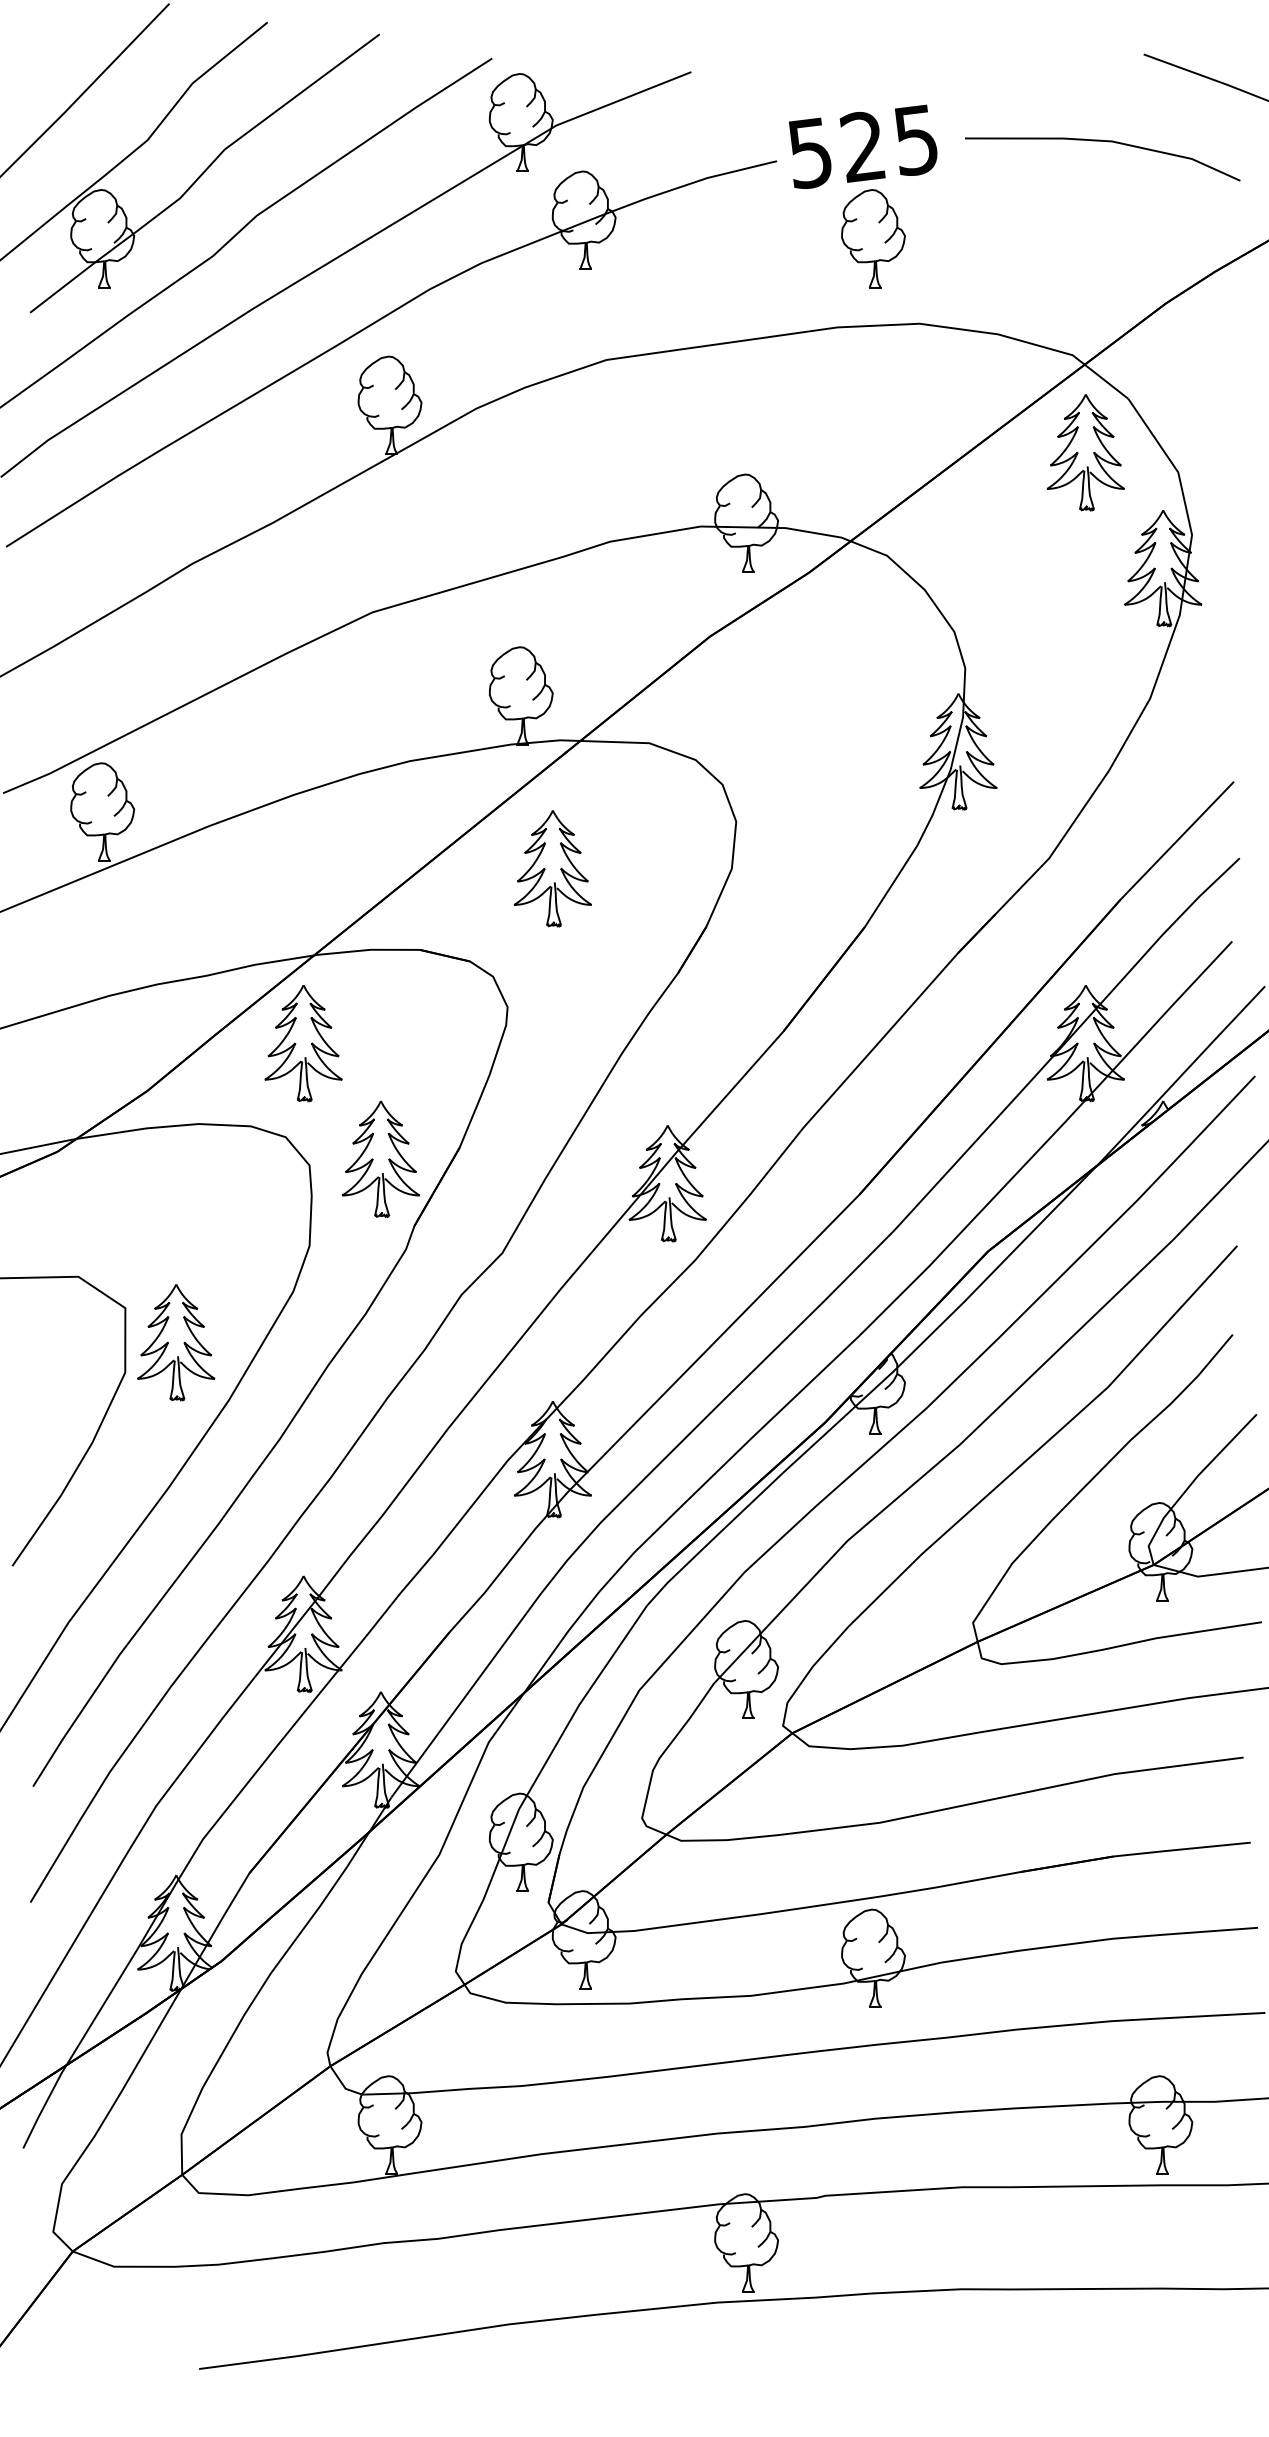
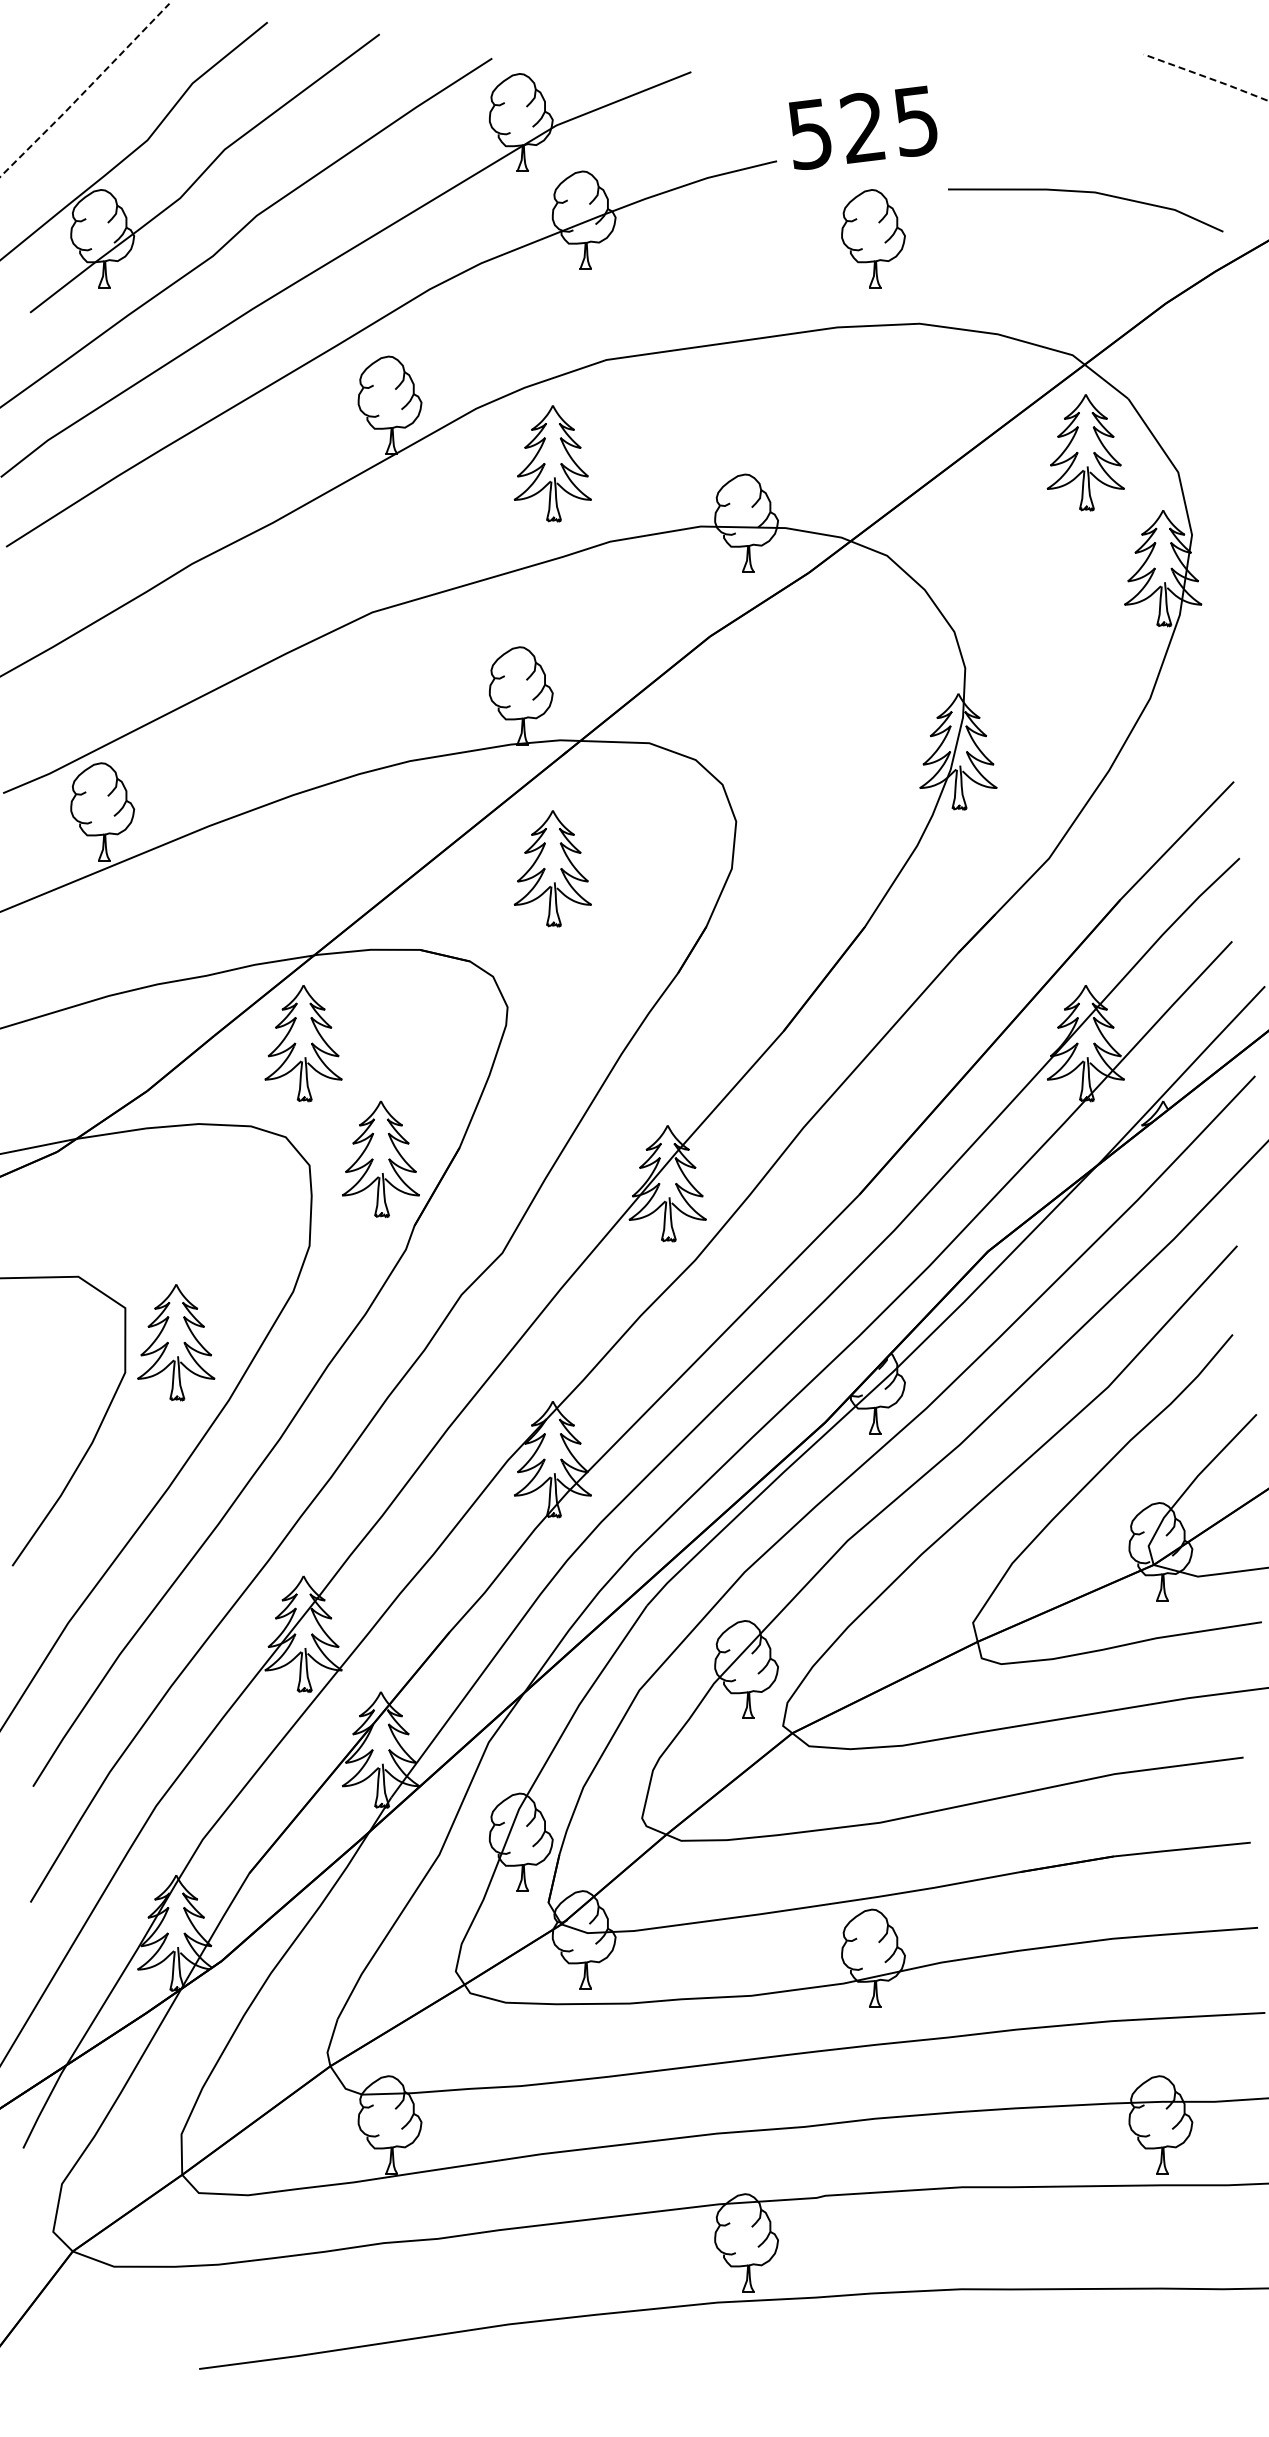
line at (1206, 77): solid -> dashed
line at (85, 91): solid -> dashed
curve at (1107, 142) position: (1107, 142) -> (1090, 193)
text at (863, 146) position: (863, 146) -> (863, 127)
part at (552, 463): none -> present
